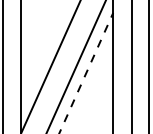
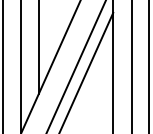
line at (38, 48): none -> present
line at (86, 73): dashed -> solid
